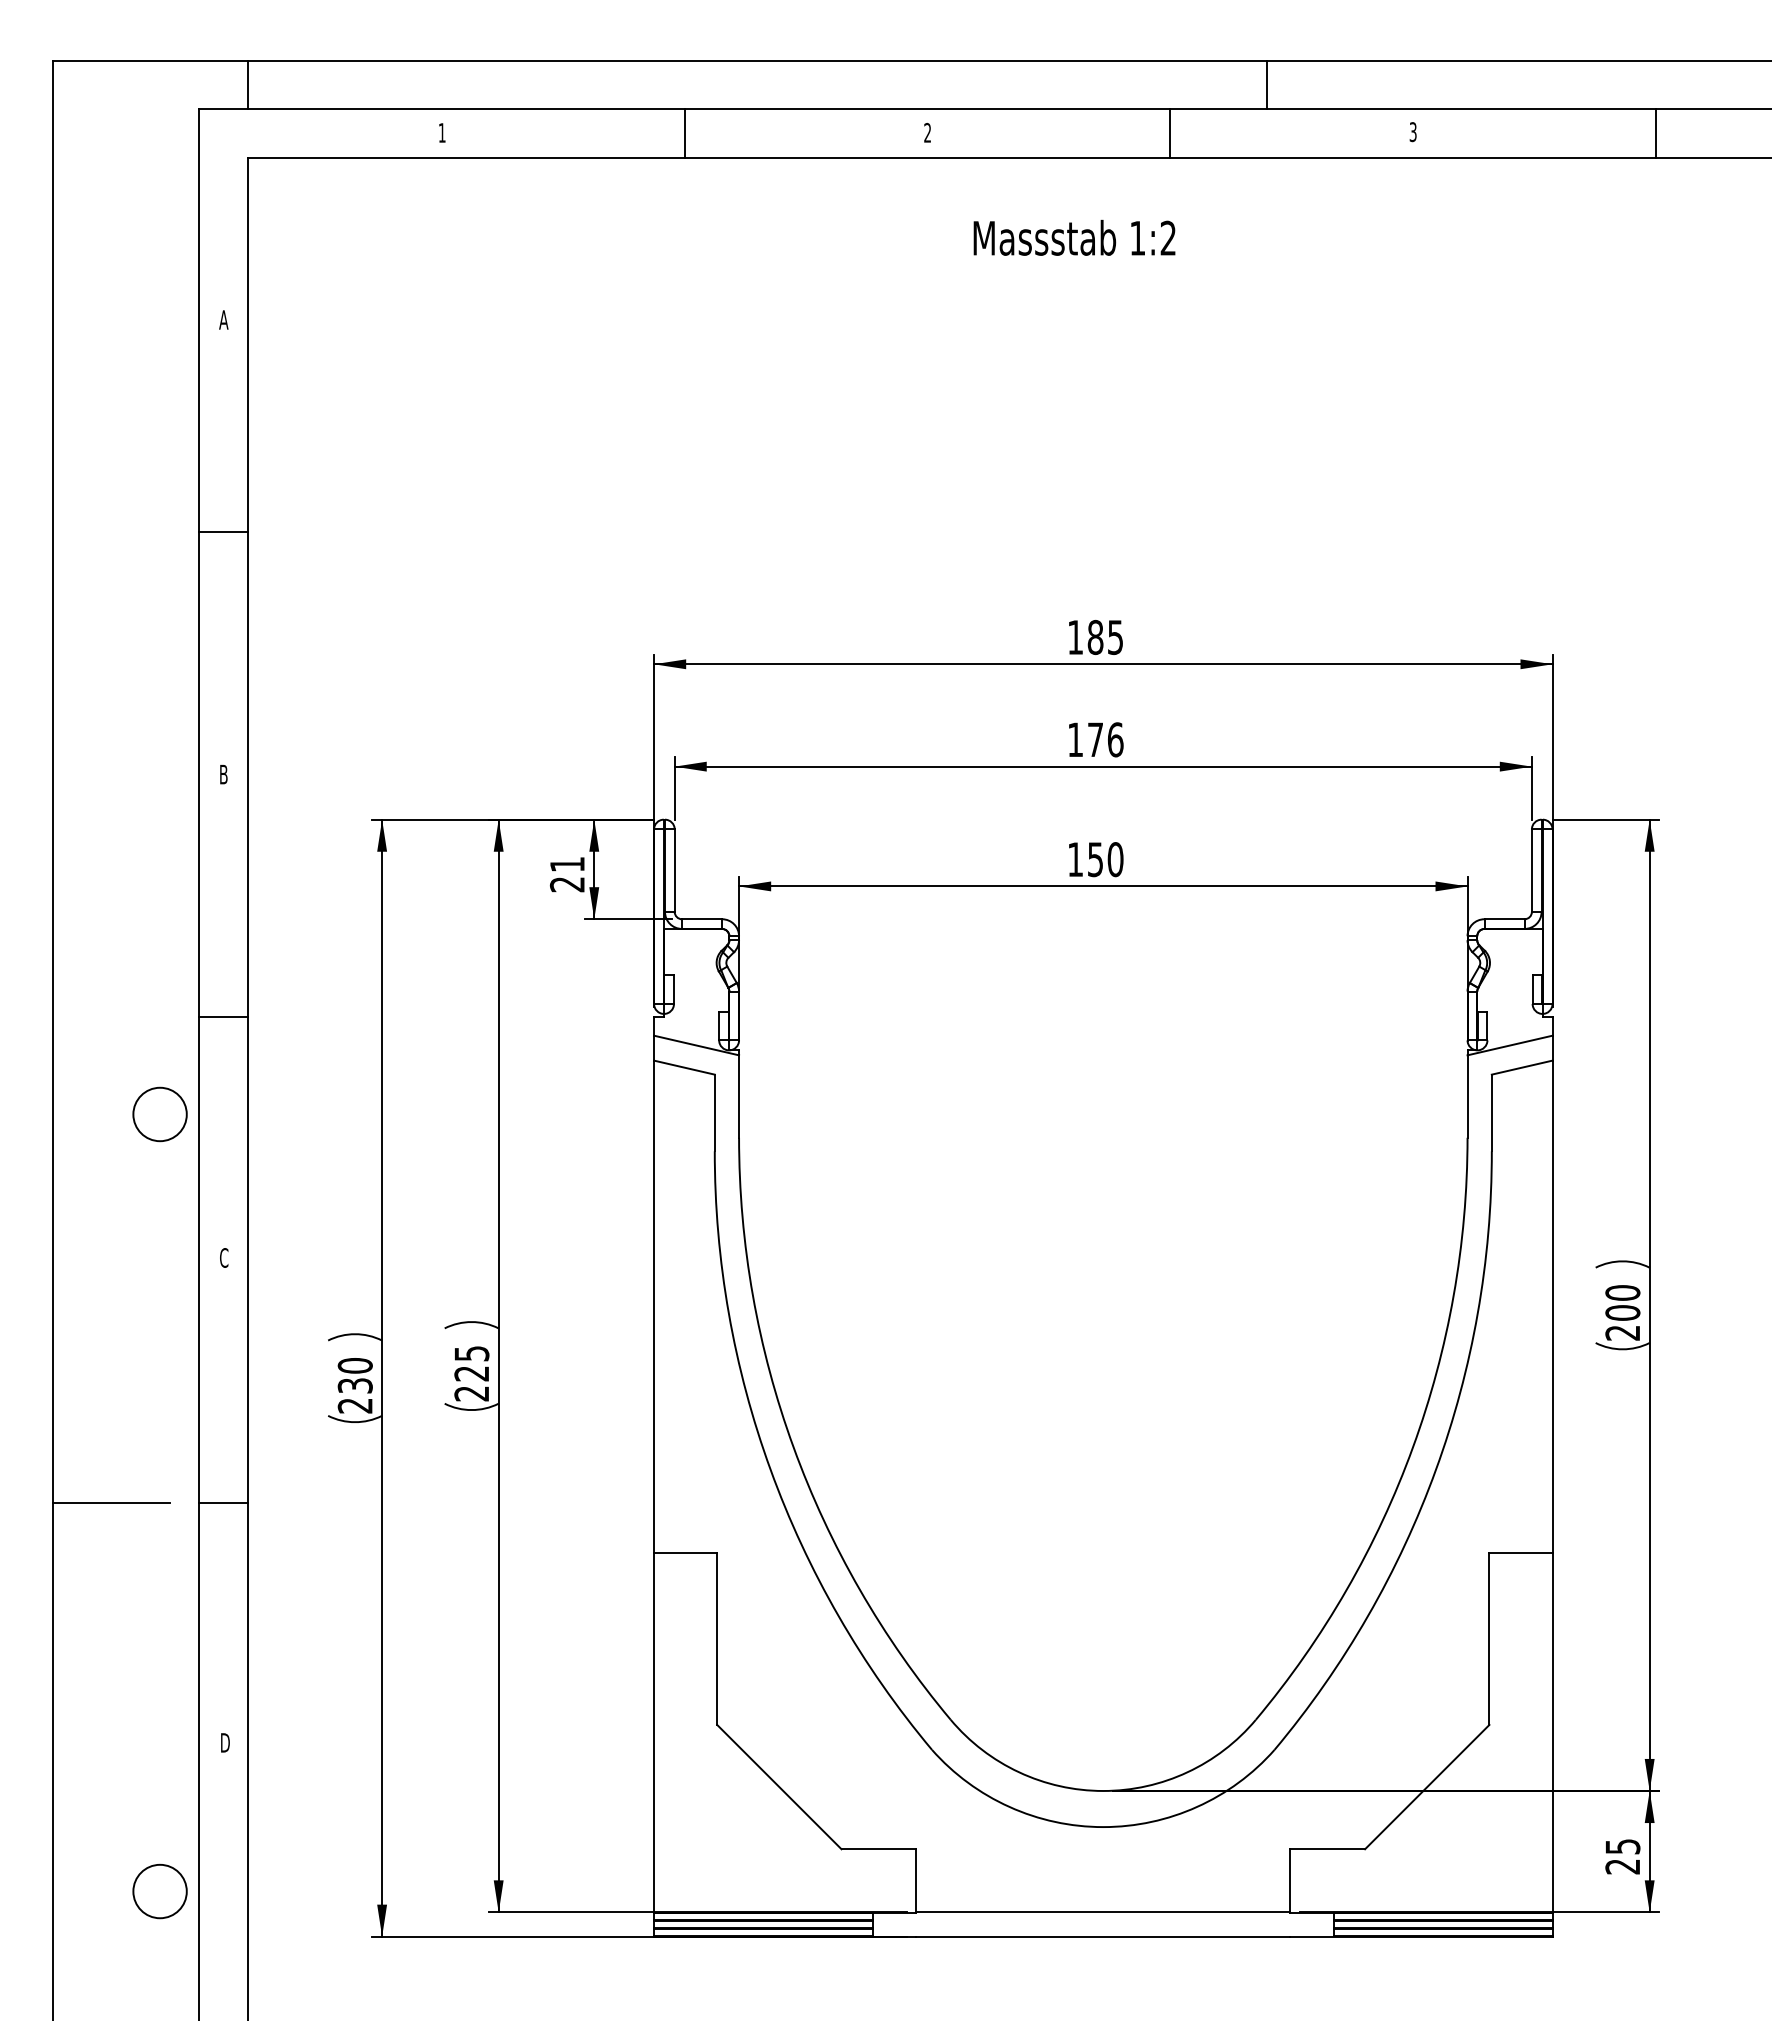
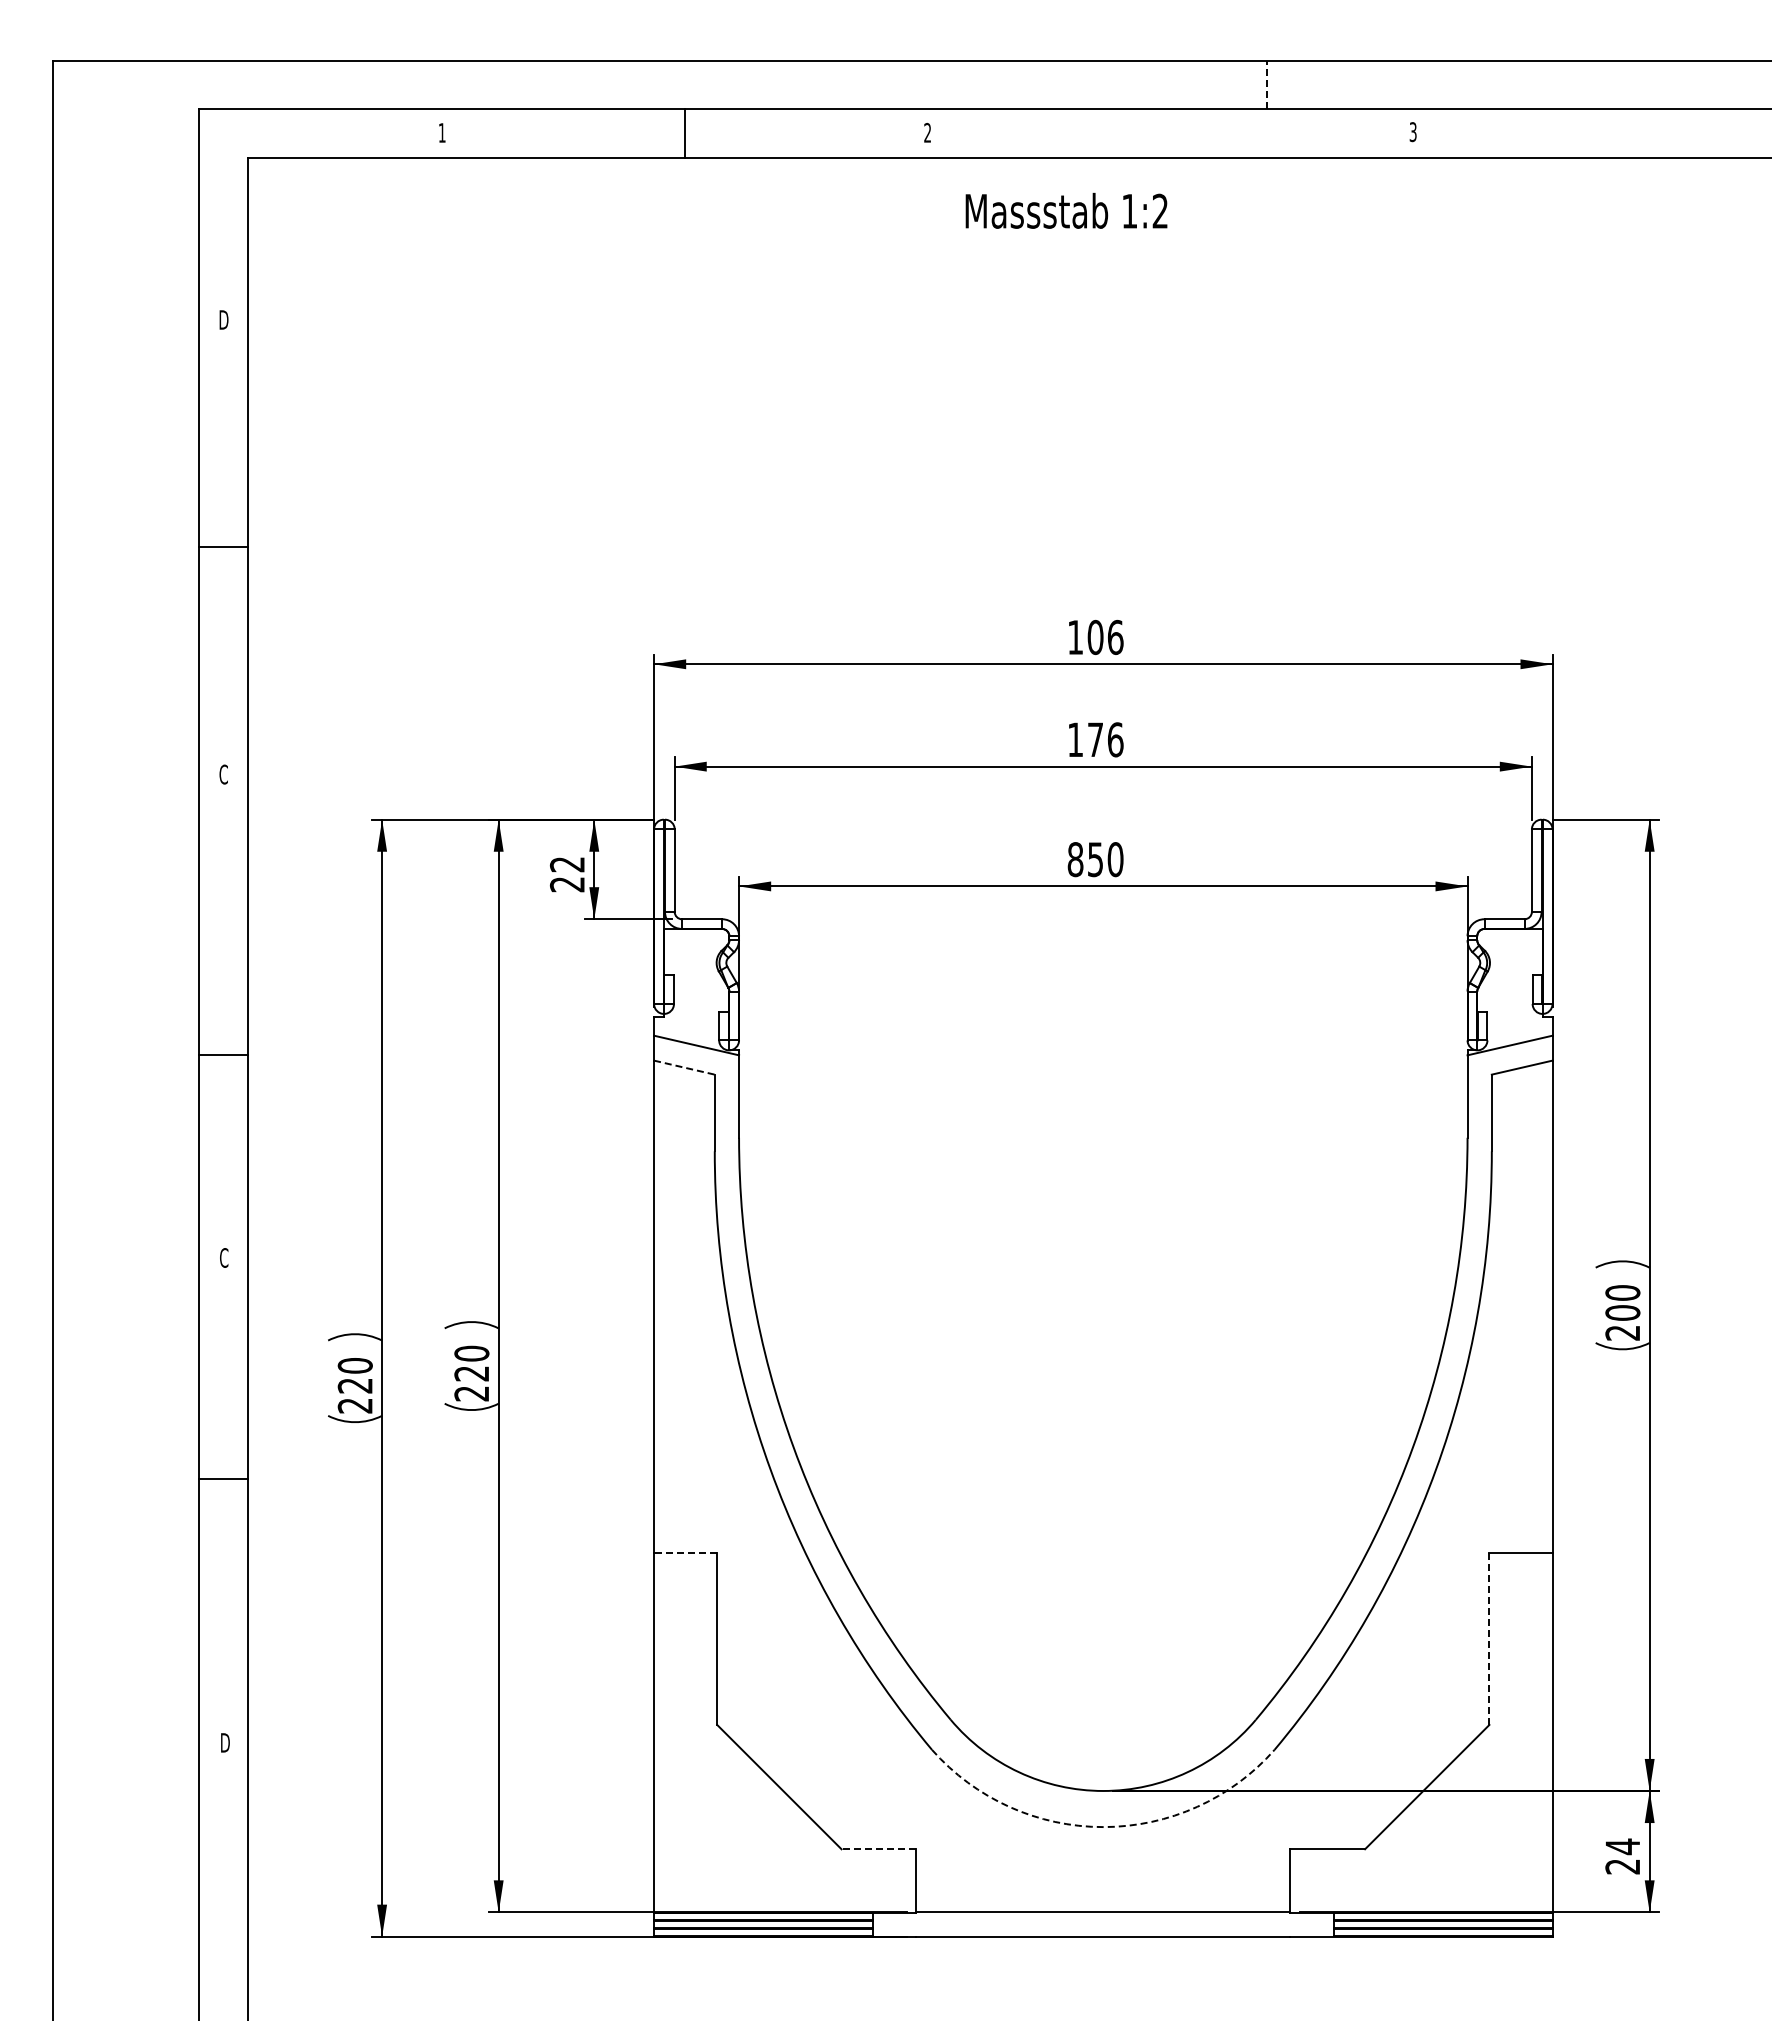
line at (247, 84): present -> none
line at (1267, 84): solid -> dashed
line at (1170, 133): present -> none
line at (1655, 133): present -> none
text at (1074, 237) position: (1074, 237) -> (1066, 210)
text at (223, 319): A -> D
line at (222, 531) position: (222, 531) -> (222, 546)
text at (1105, 637): 185 -> 106
text at (223, 774): B -> C
text at (1075, 859): 150 -> 850
text at (566, 864): 21 -> 22
line at (222, 1017) position: (222, 1017) -> (222, 1055)
line at (684, 1067): solid -> dashed
circle at (159, 1114): present -> none
text at (471, 1353): 225 -> 220
text at (355, 1385): 230 -> 220
line at (111, 1503): present -> none
line at (222, 1503) position: (222, 1503) -> (222, 1479)
line at (685, 1553): solid -> dashed
line at (1489, 1638): solid -> dashed
arc at (1103, 1827): solid -> dashed
text at (1622, 1846): 25 -> 24
line at (878, 1849): solid -> dashed
circle at (159, 1891): present -> none
